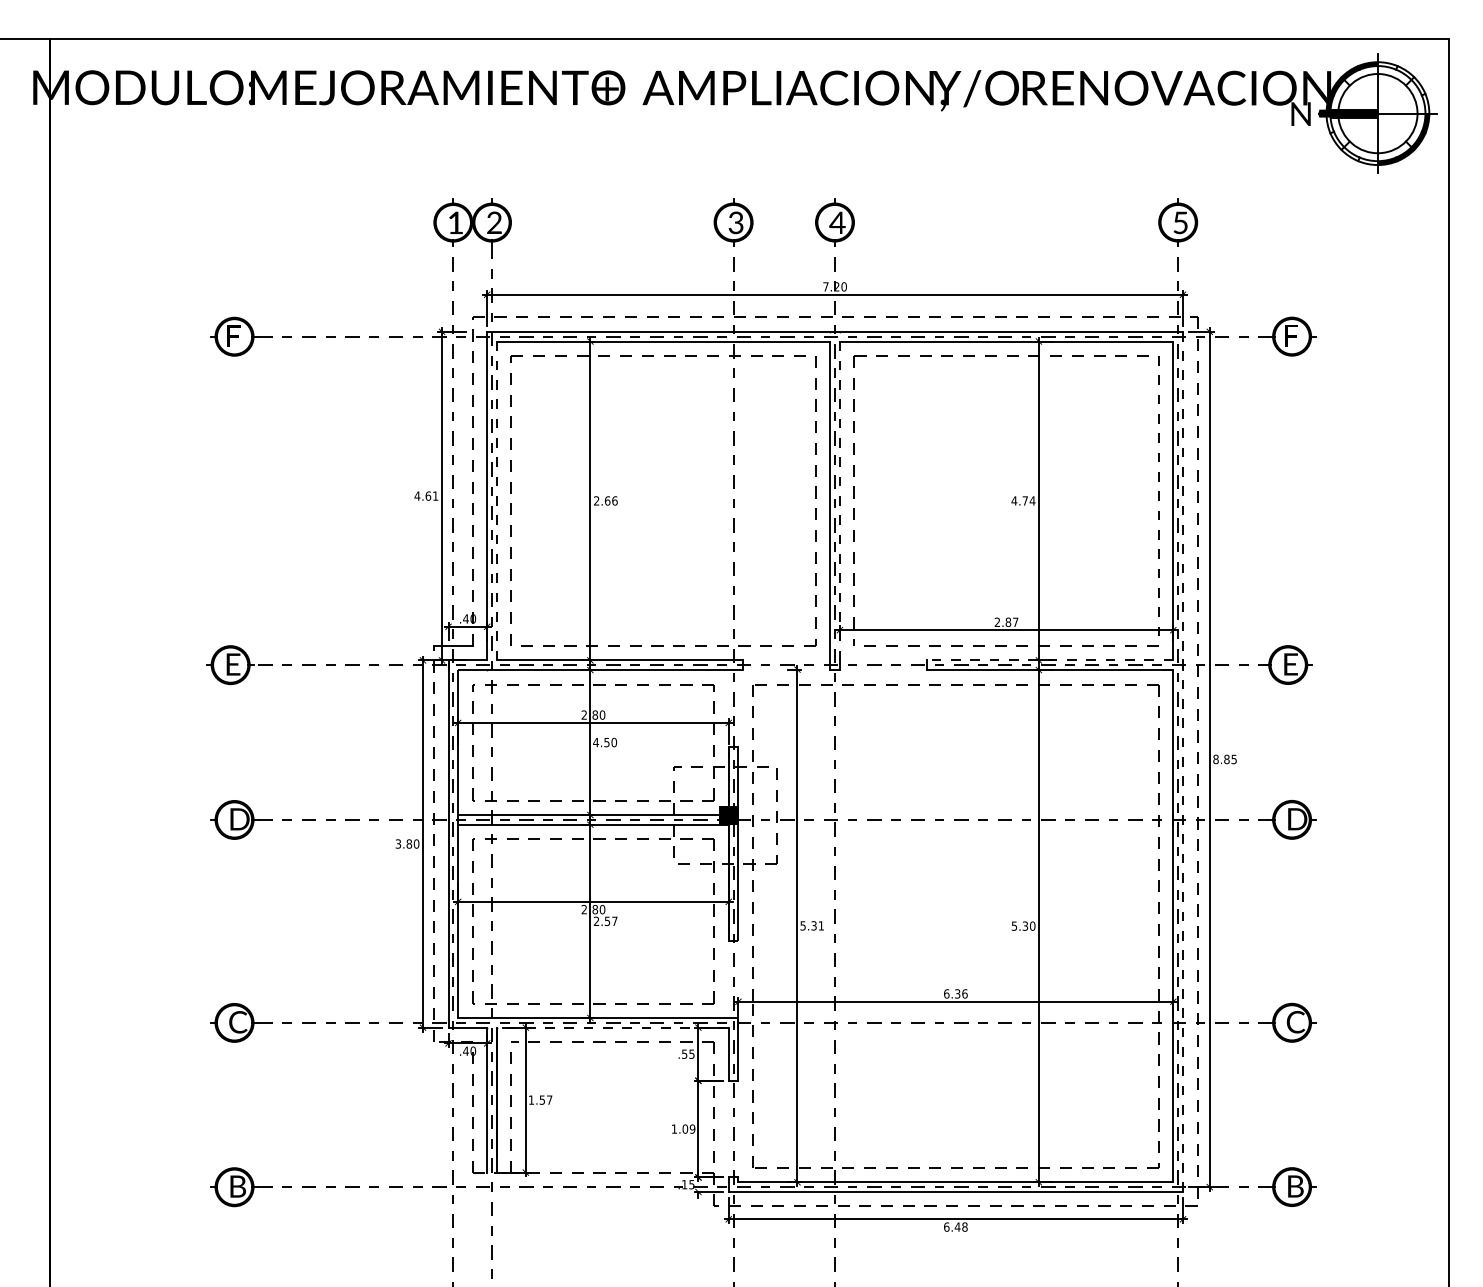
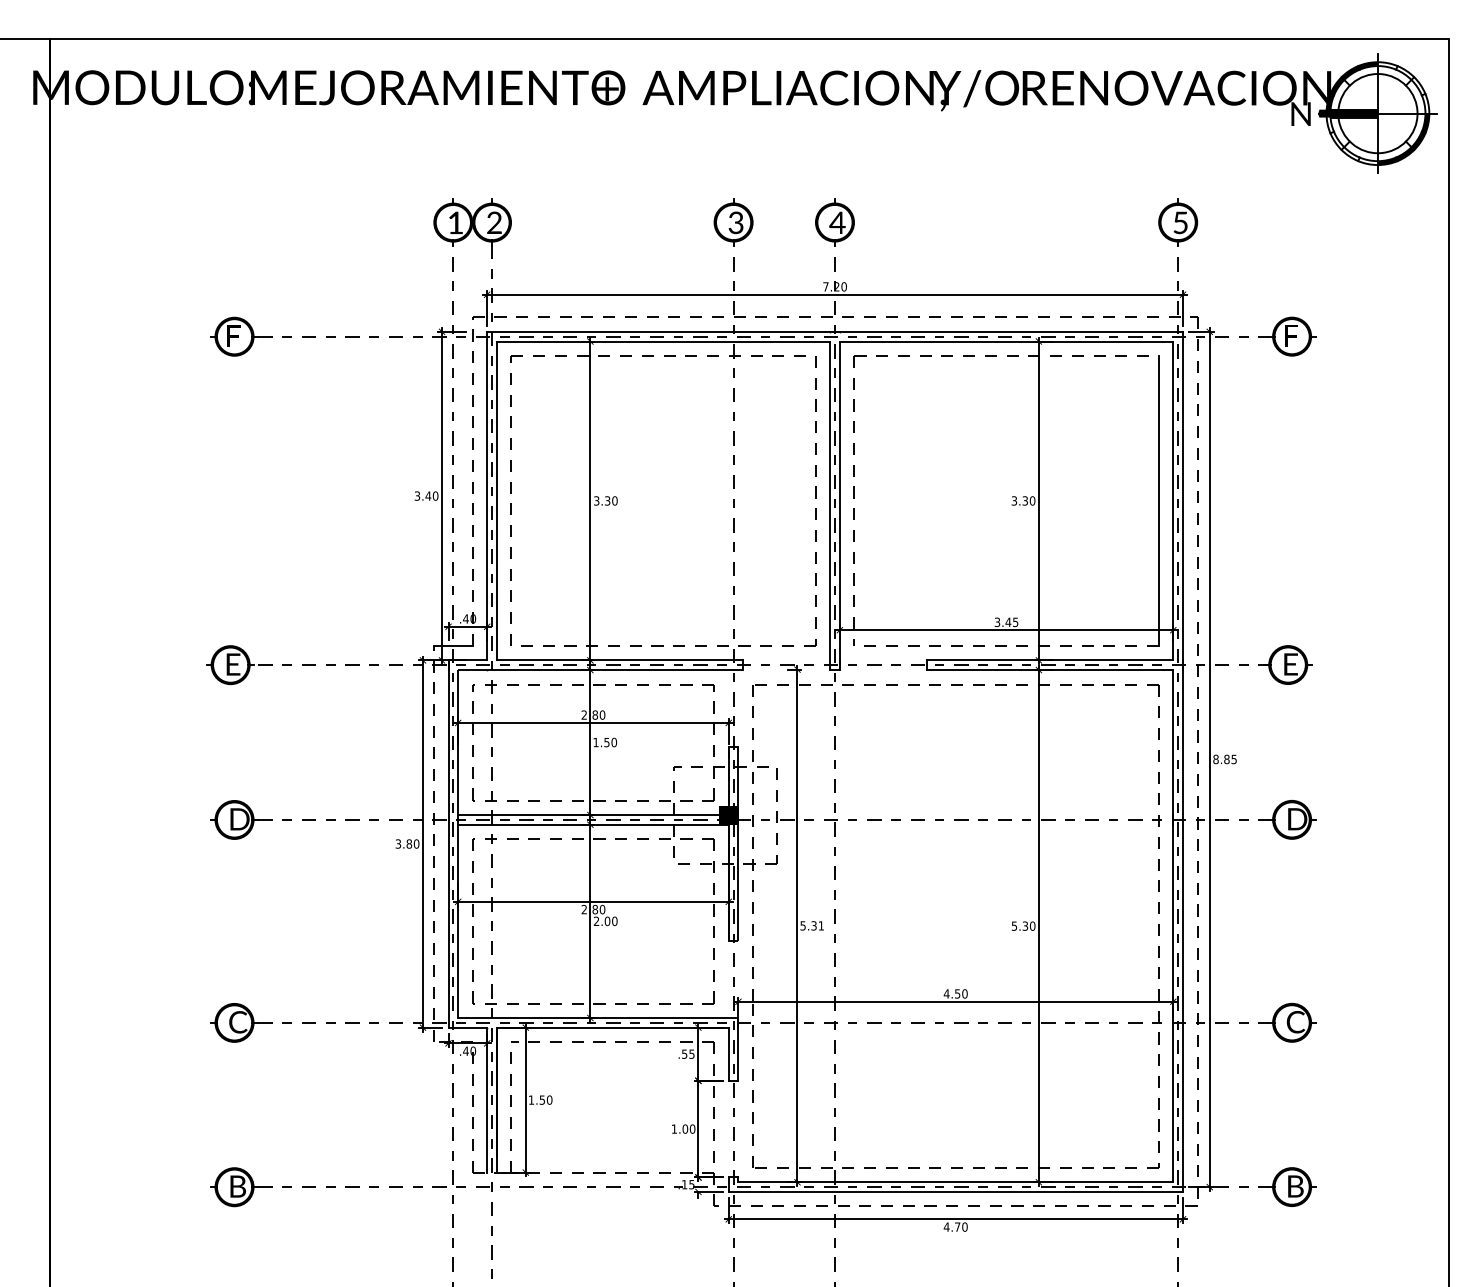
text at (426, 495): 4.61 -> 3.40
line at (496, 500): dashed -> solid
text at (605, 500): 2.66 -> 3.30
text at (1023, 500): 4.74 -> 3.30
line at (1158, 500): dashed -> solid
line at (839, 506): dashed -> solid
text at (1006, 622): 2.87 -> 3.45
line at (1049, 660): dashed -> solid
text at (595, 742): 4.50 -> 1.50
line at (1182, 762): dashed -> solid
text at (610, 921): 2.57 -> 2.00
text at (955, 993): 6.36 -> 4.50
line at (612, 1027): dashed -> solid
text at (549, 1099): 1.57 -> 1.50
text at (692, 1128): 1.09 -> 1.00
text at (955, 1226): 6.48 -> 4.70
